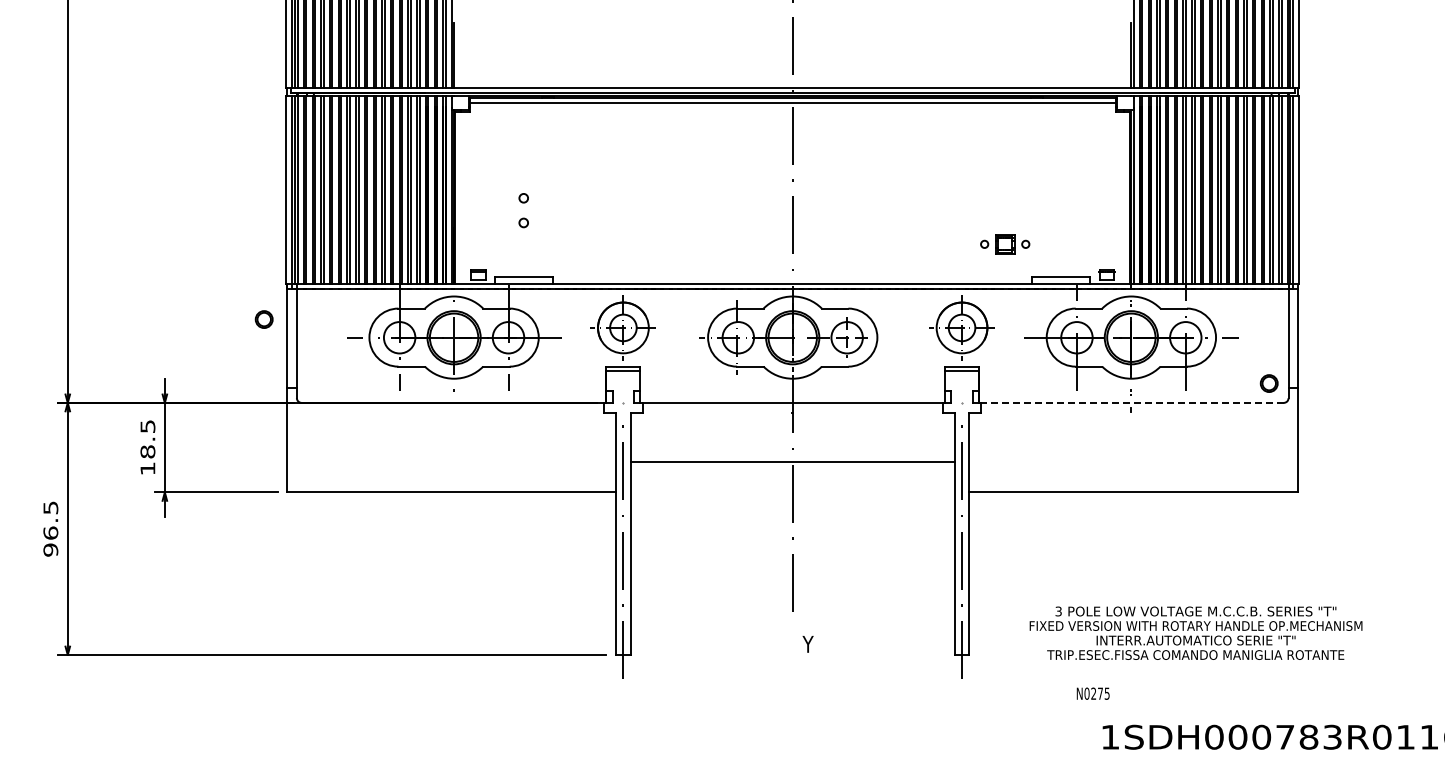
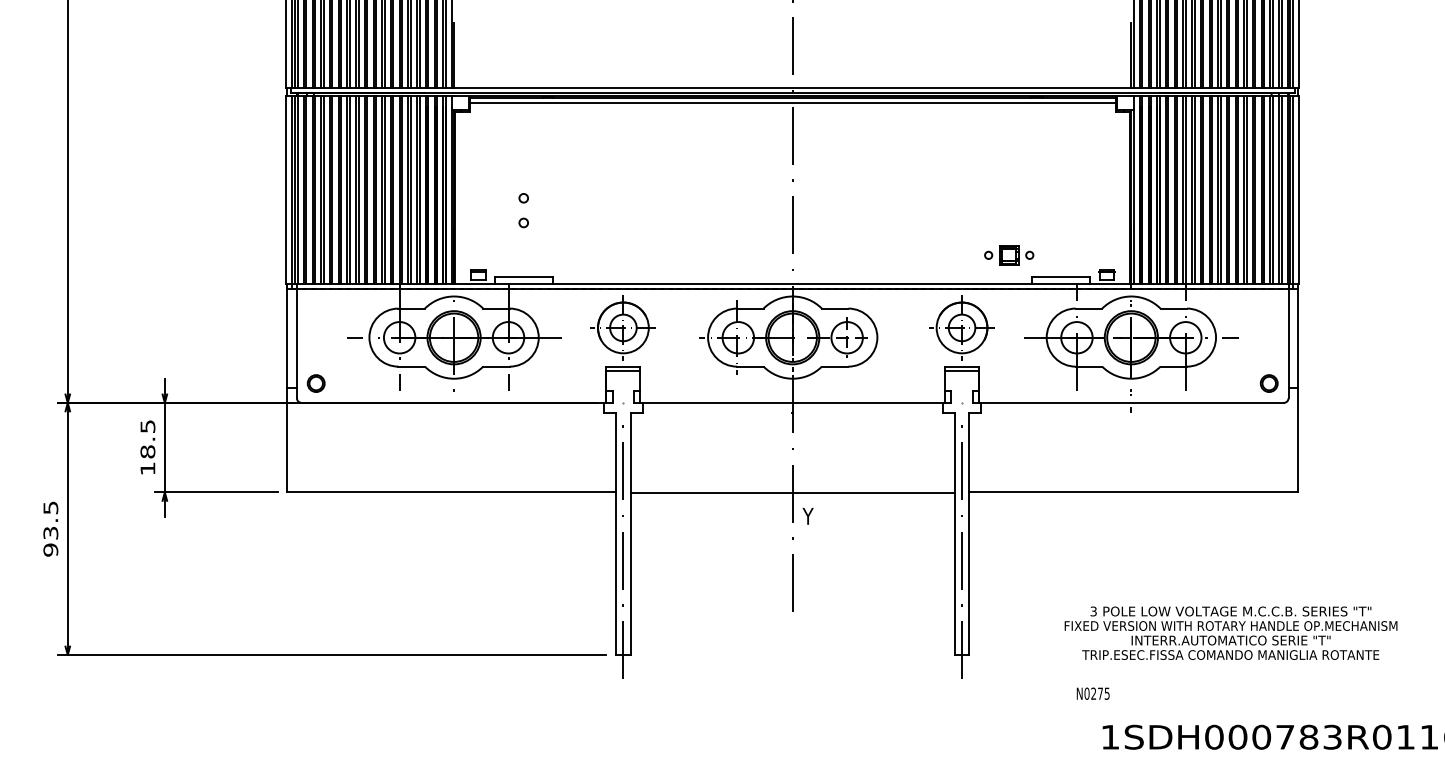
part at (1005, 244) position: (1005, 244) -> (1009, 255)
part at (263, 319) position: (263, 319) -> (315, 383)
line at (1130, 402): dashed -> solid
line at (792, 461) position: (792, 461) -> (792, 492)
text at (50, 532): 96.5 -> 93.5
text at (1195, 632) position: (1195, 632) -> (1230, 632)
text at (807, 644) position: (807, 644) -> (807, 516)
